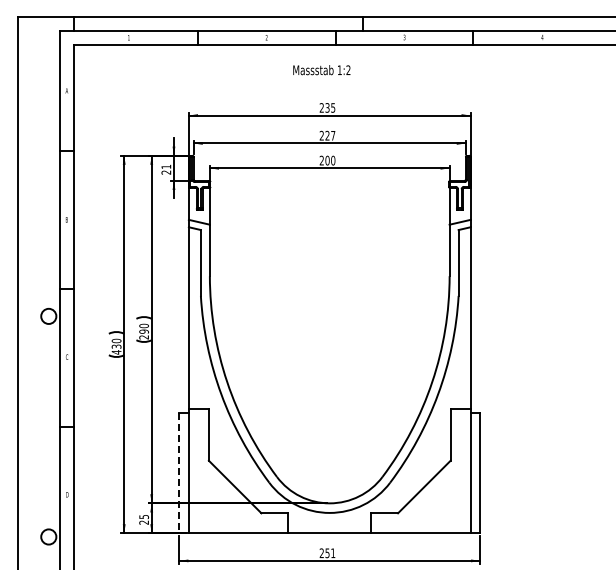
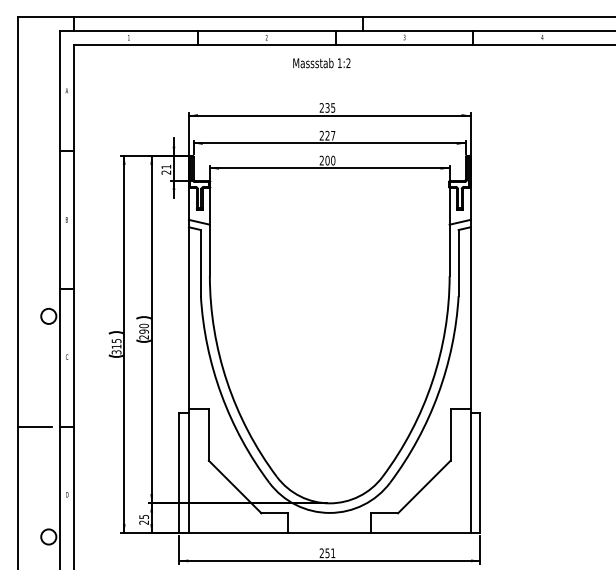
text at (321, 70) position: (321, 70) -> (321, 63)
text at (116, 346): 430 -> 315
line at (34, 426): none -> present
line at (179, 473): dashed -> solid
